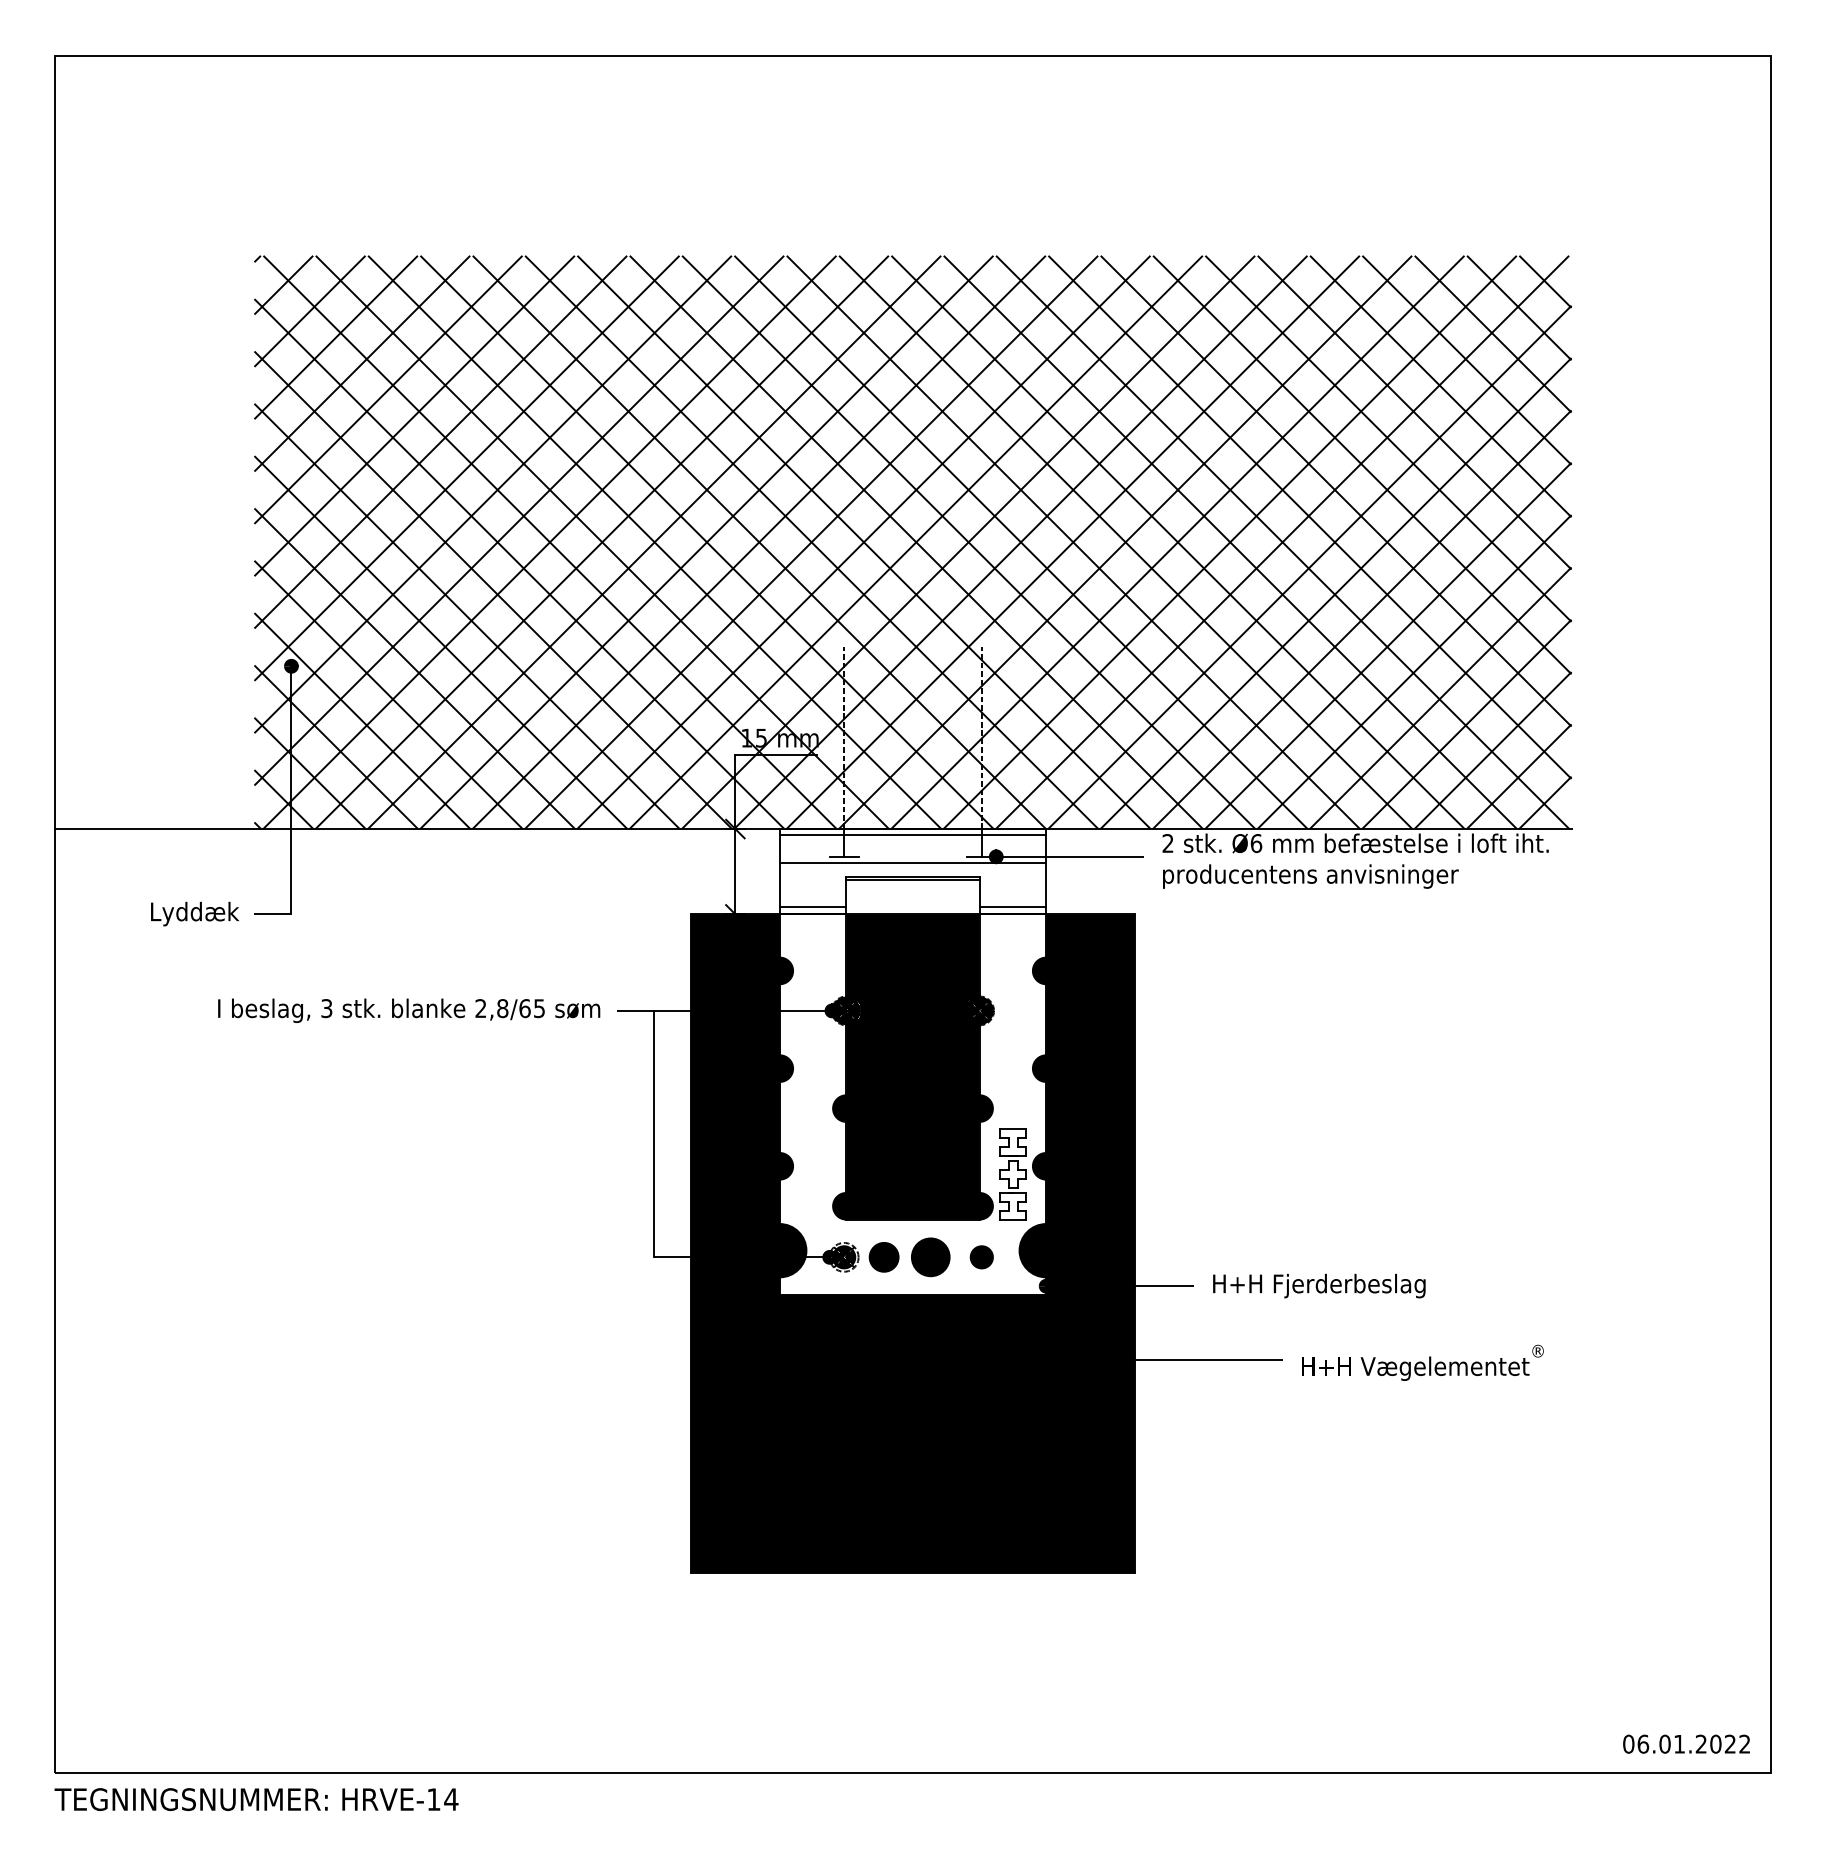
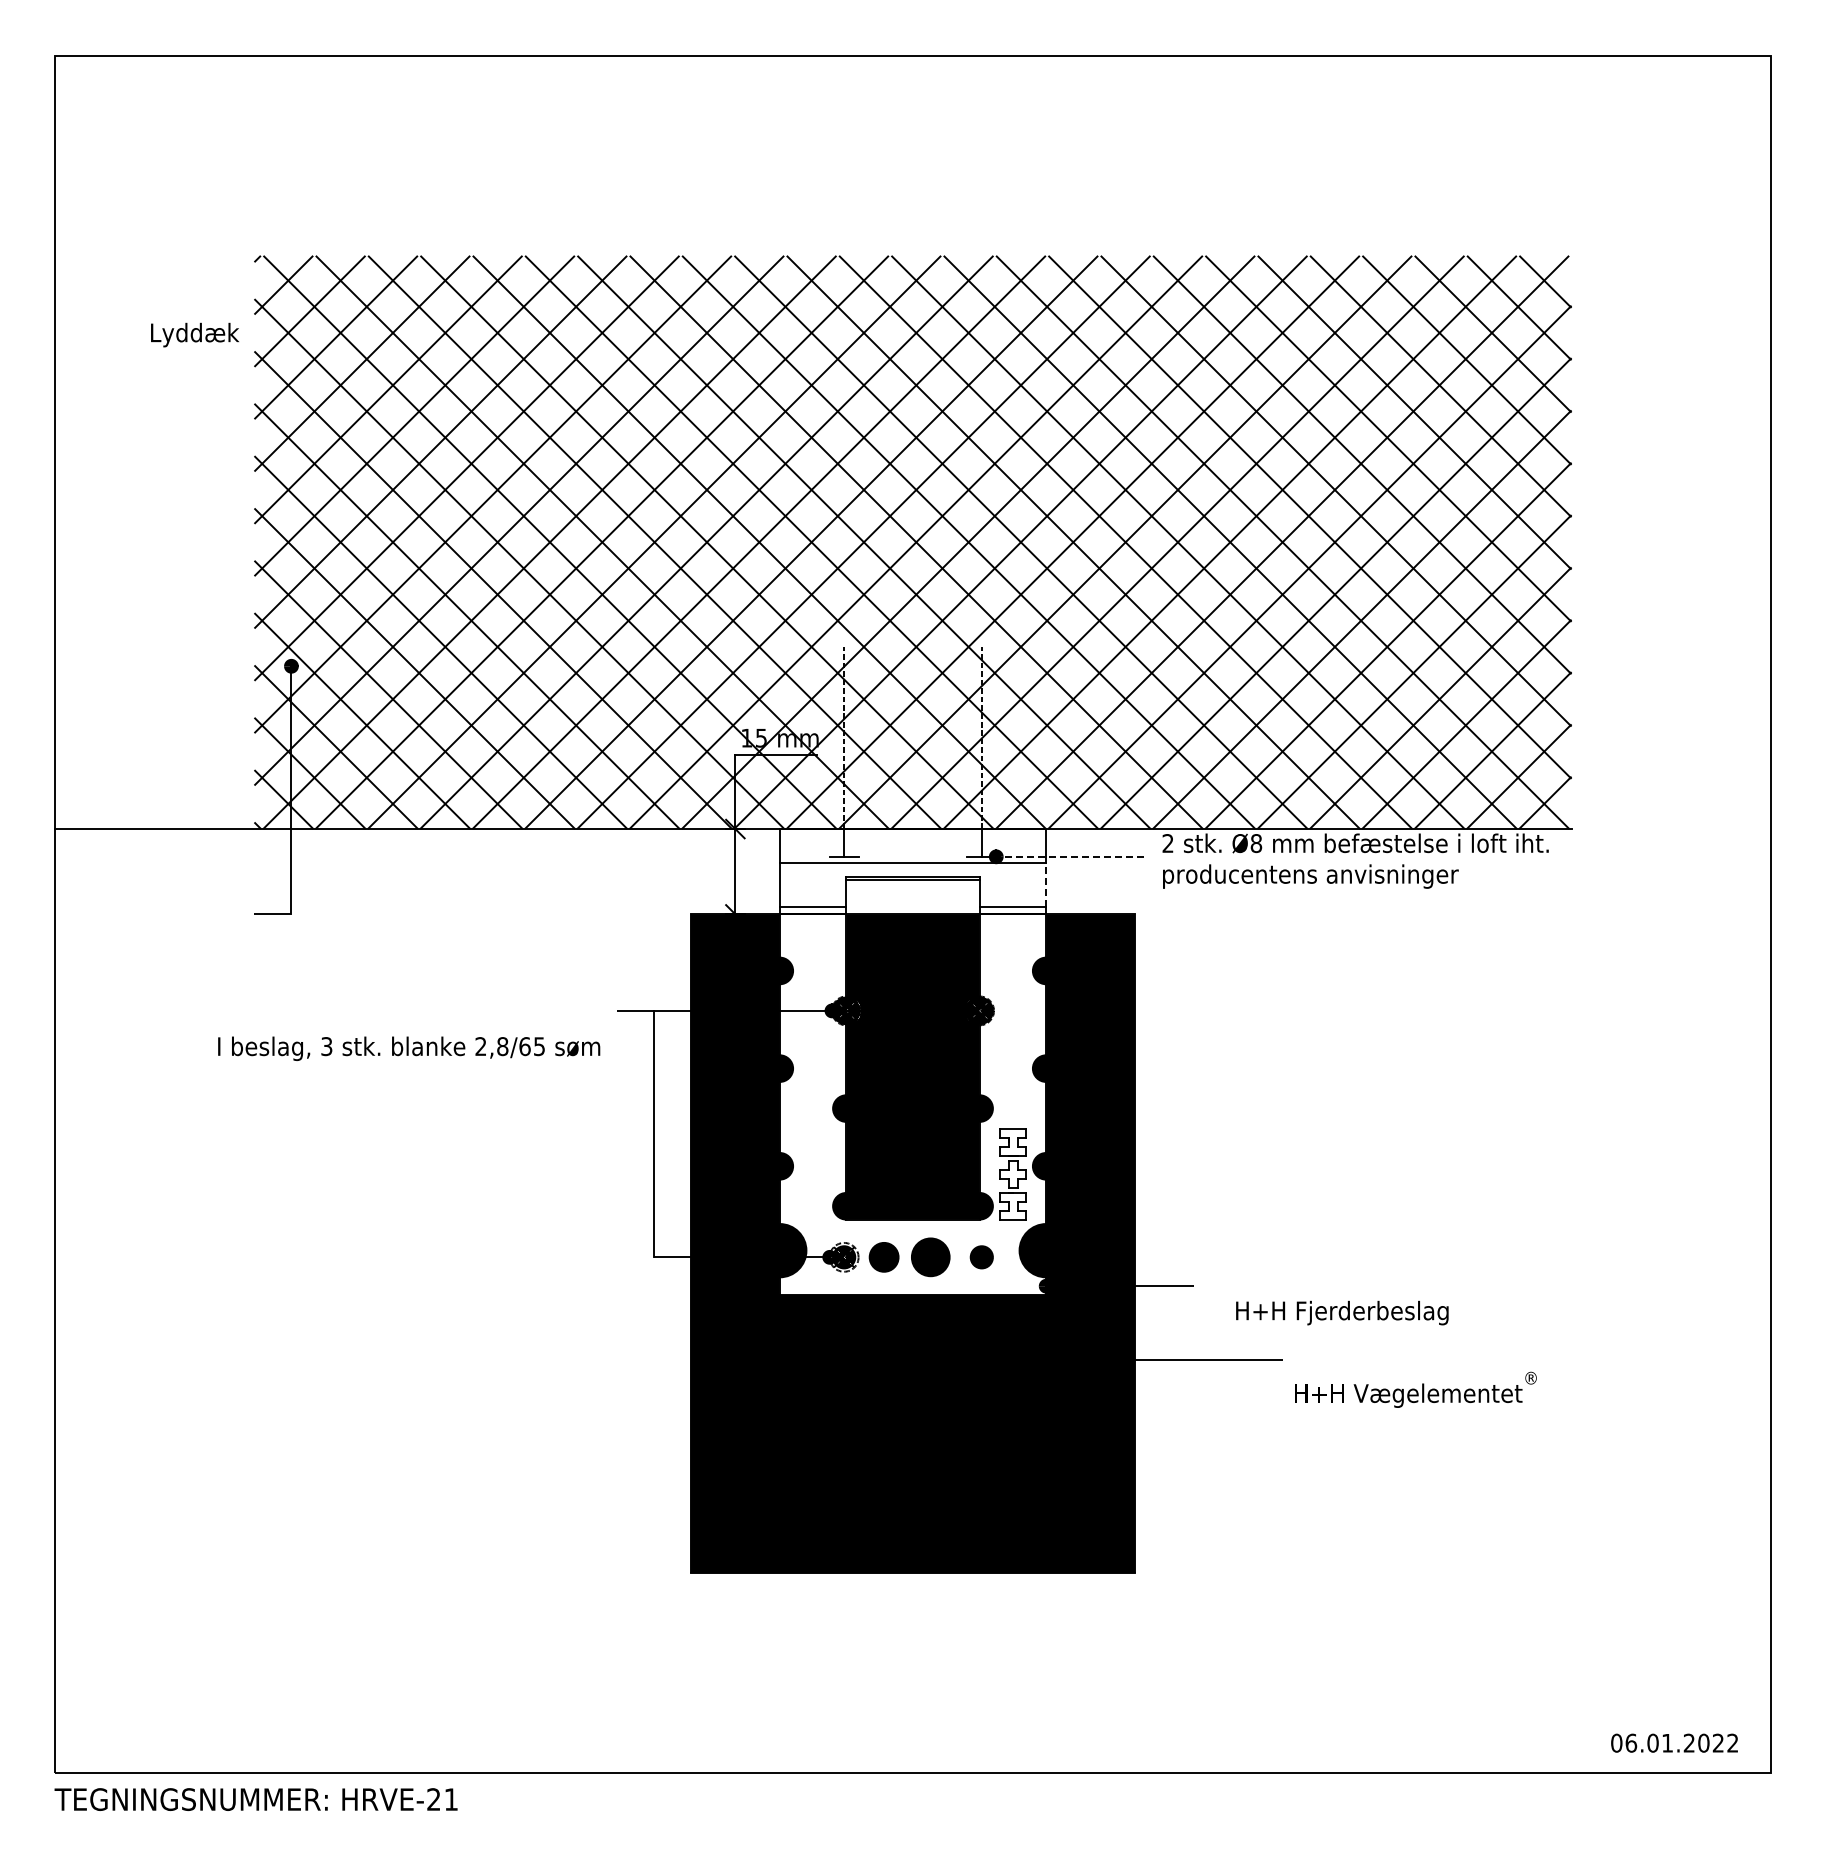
line at (912, 834): present -> none
text at (1256, 843): Ø6 -> Ø8
line at (1070, 856): solid -> dashed
line at (1046, 885): solid -> dashed
text at (194, 913) position: (194, 913) -> (194, 334)
text at (409, 1010) position: (409, 1010) -> (409, 1048)
text at (1319, 1285) position: (1319, 1285) -> (1342, 1312)
text at (1422, 1362) position: (1422, 1362) -> (1415, 1389)
text at (1686, 1743) position: (1686, 1743) -> (1674, 1742)
text at (442, 1799): HRVE-14 -> HRVE-21
